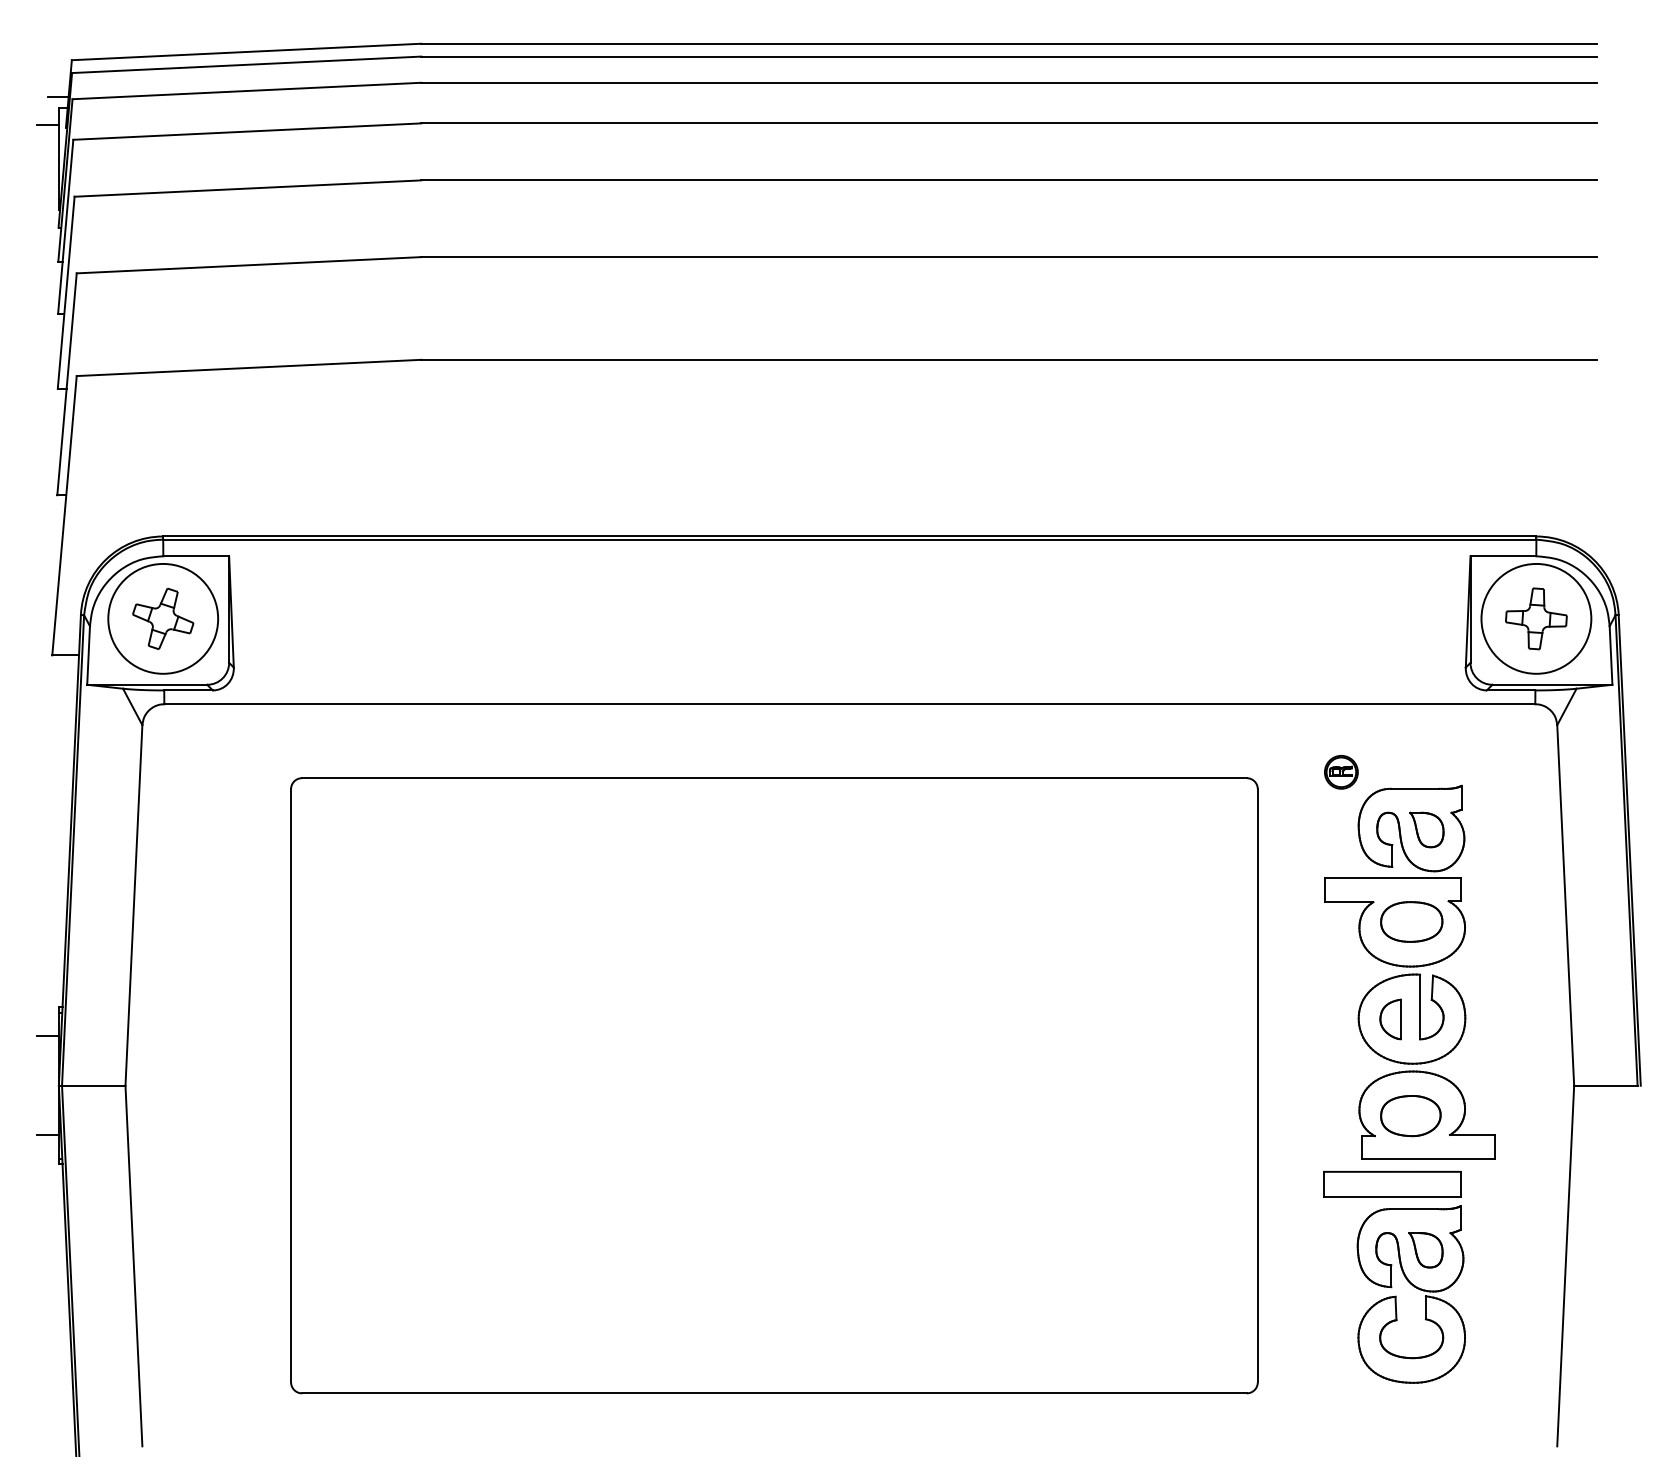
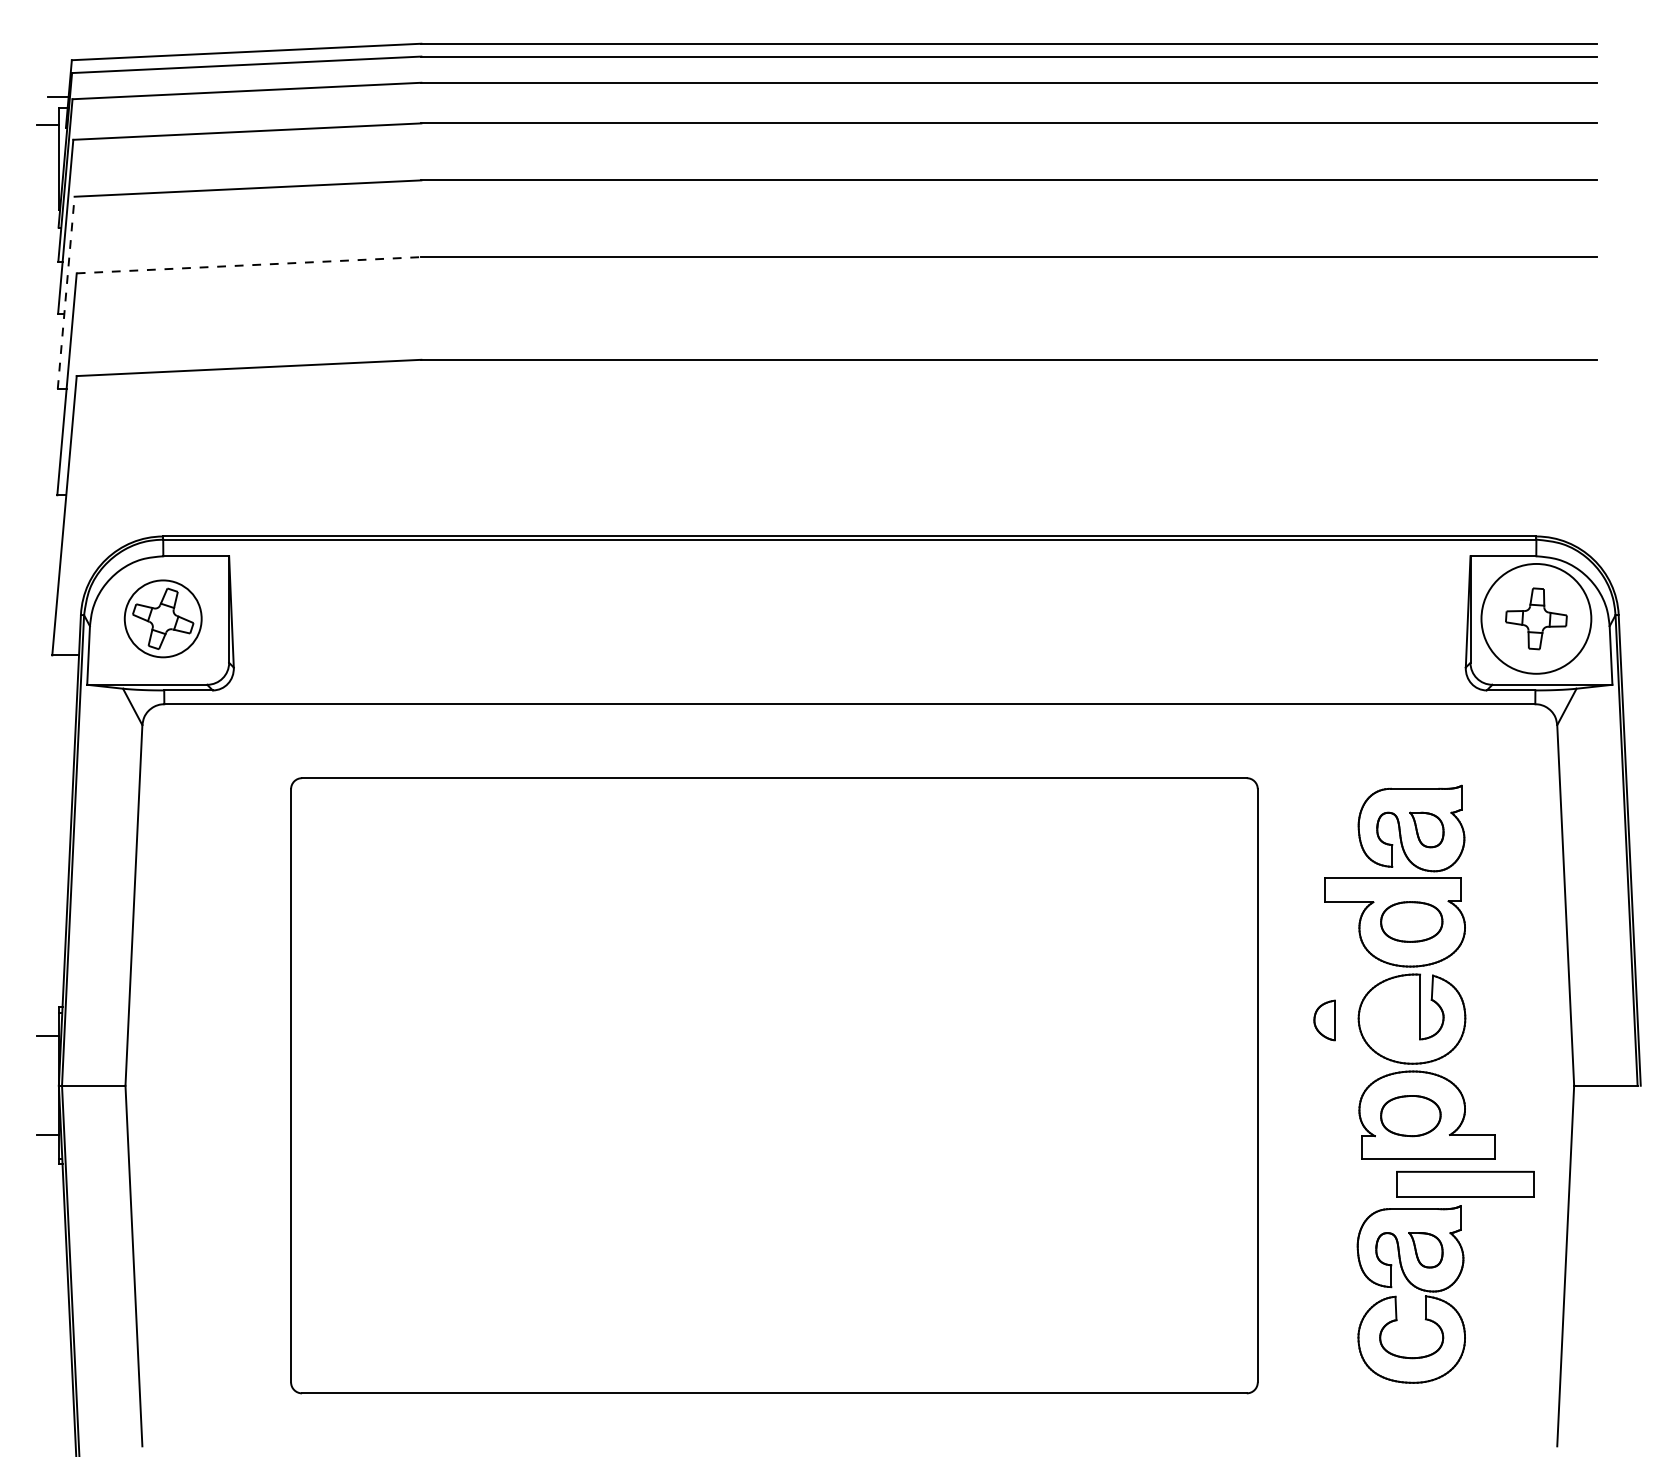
line at (249, 265): solid -> dashed
line at (66, 292): solid -> dashed
circle at (163, 618) diameter: 110 px -> 77 px
part at (1341, 772): present -> none
part at (1390, 1019) position: (1390, 1019) -> (1324, 1020)
part at (1392, 1183) position: (1392, 1183) -> (1465, 1183)
